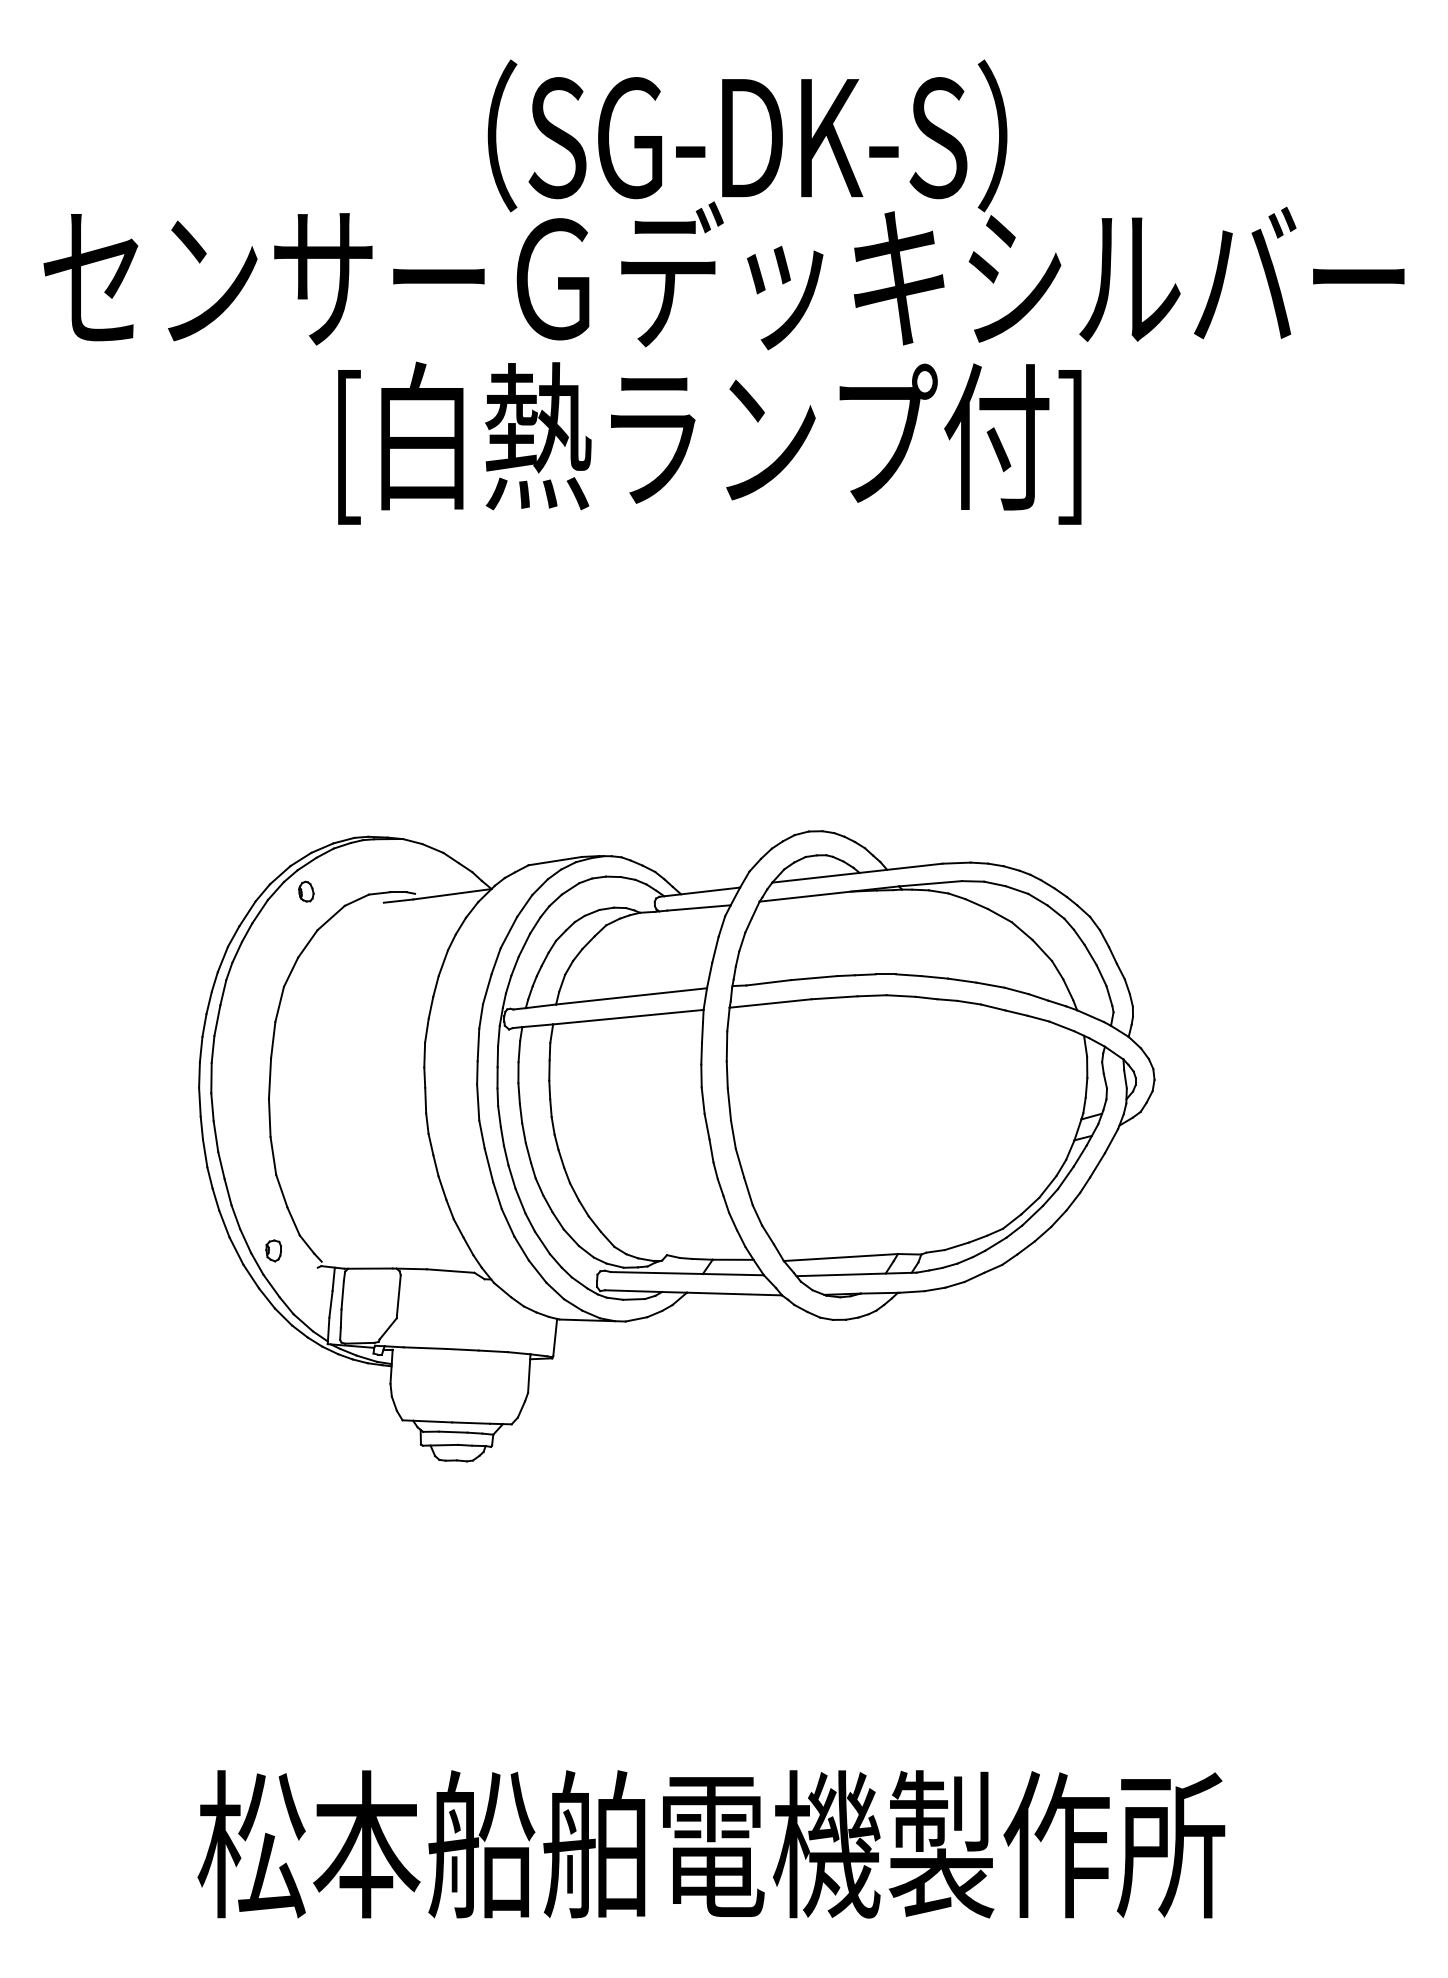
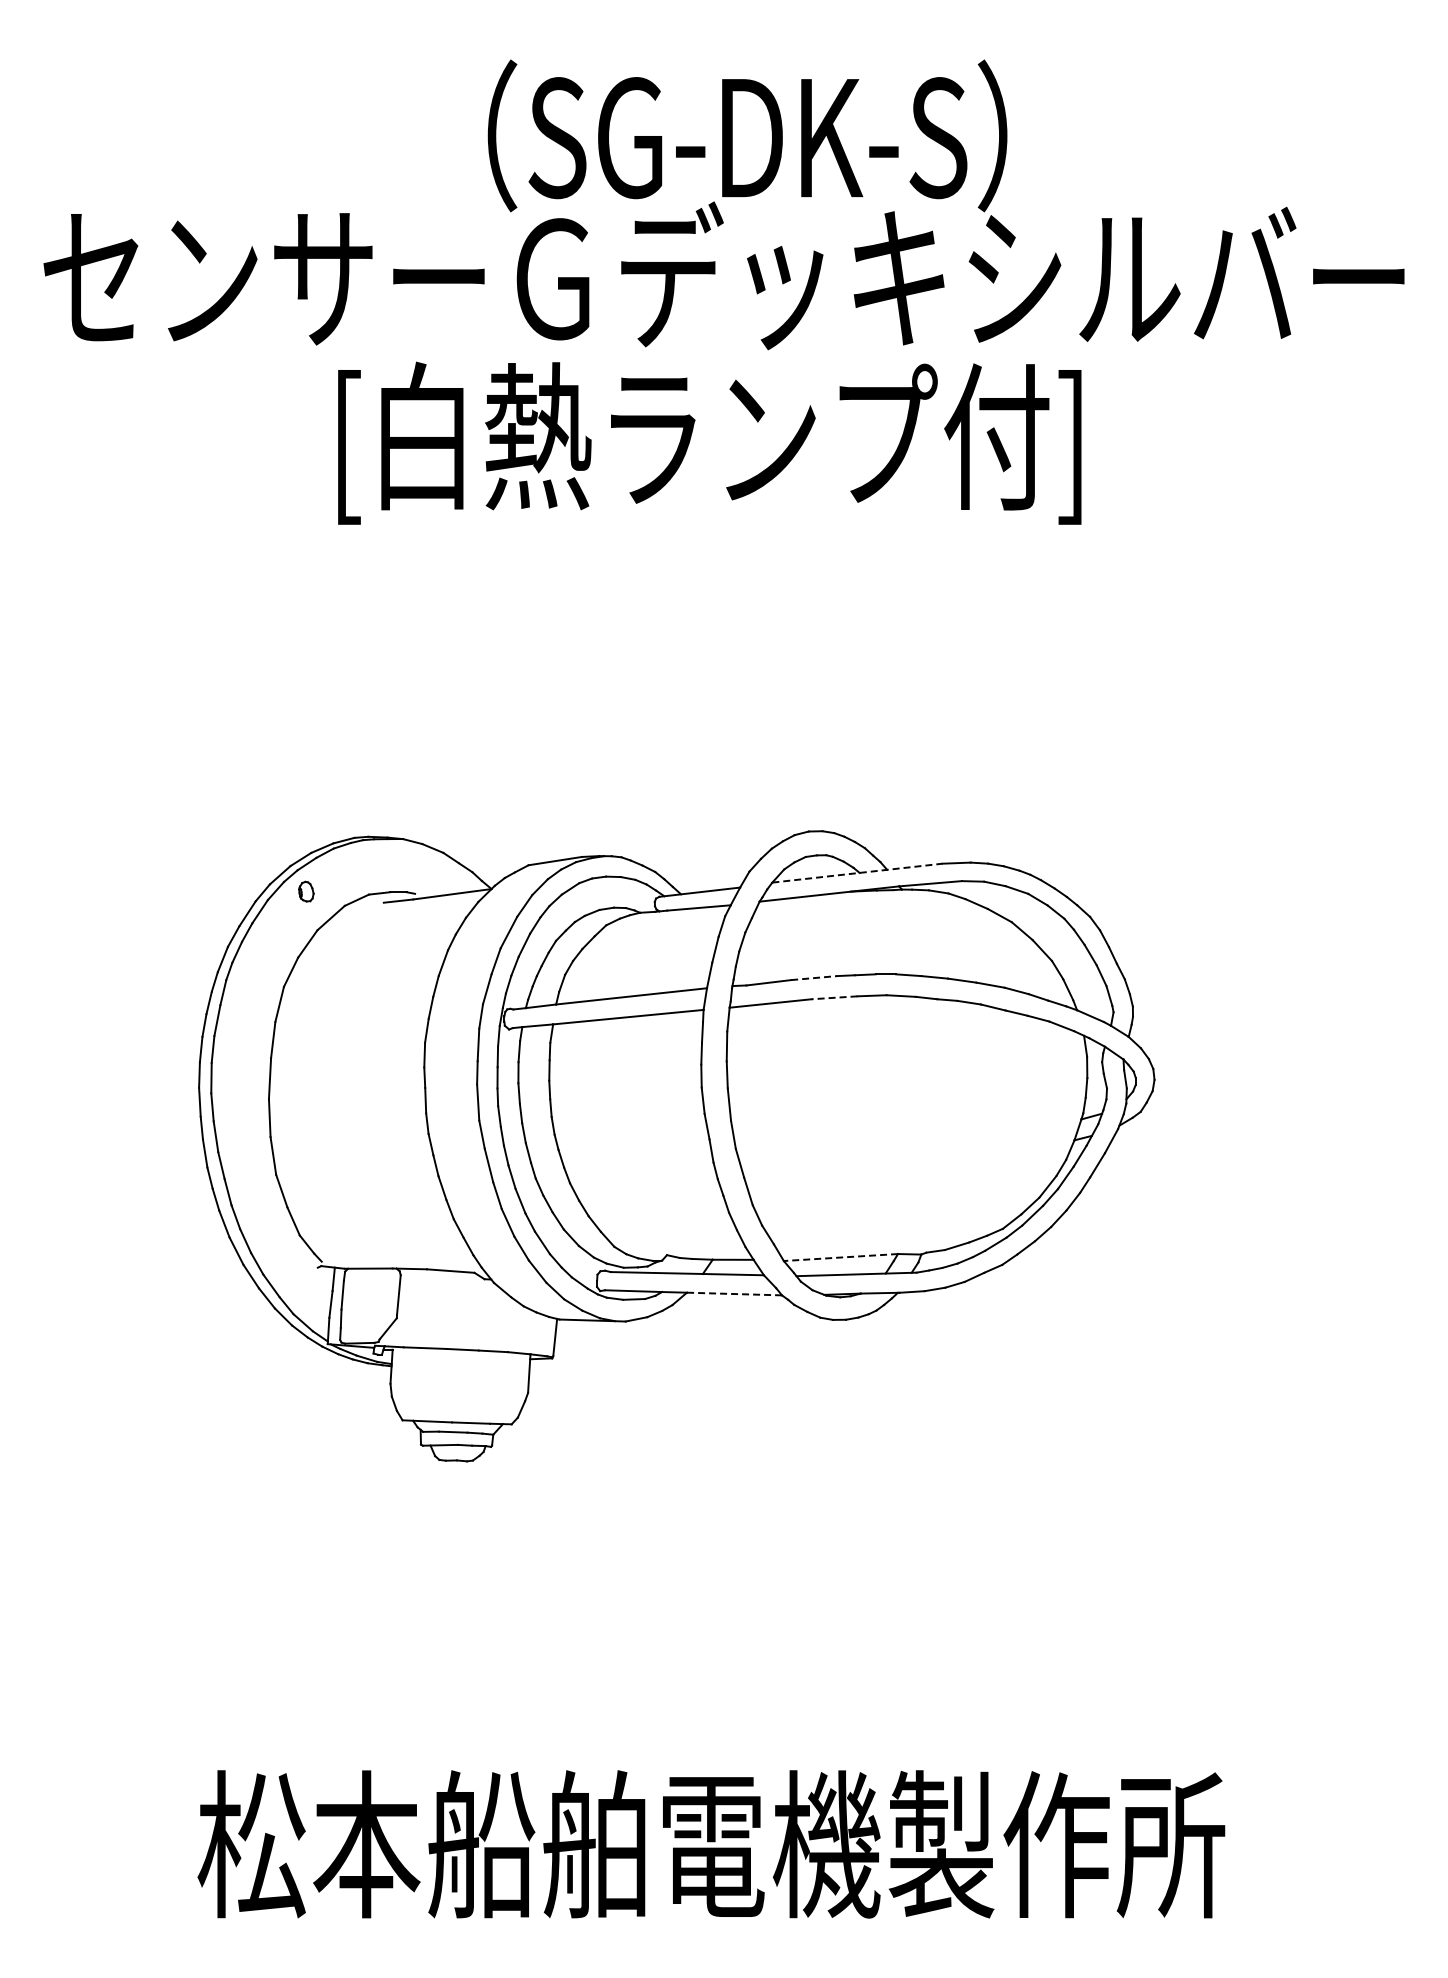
line at (857, 873): solid -> dashed
line at (814, 978): solid -> dashed
line at (834, 997): solid -> dashed
part at (273, 1250): present -> none
line at (840, 1257): solid -> dashed
line at (734, 1294): solid -> dashed
